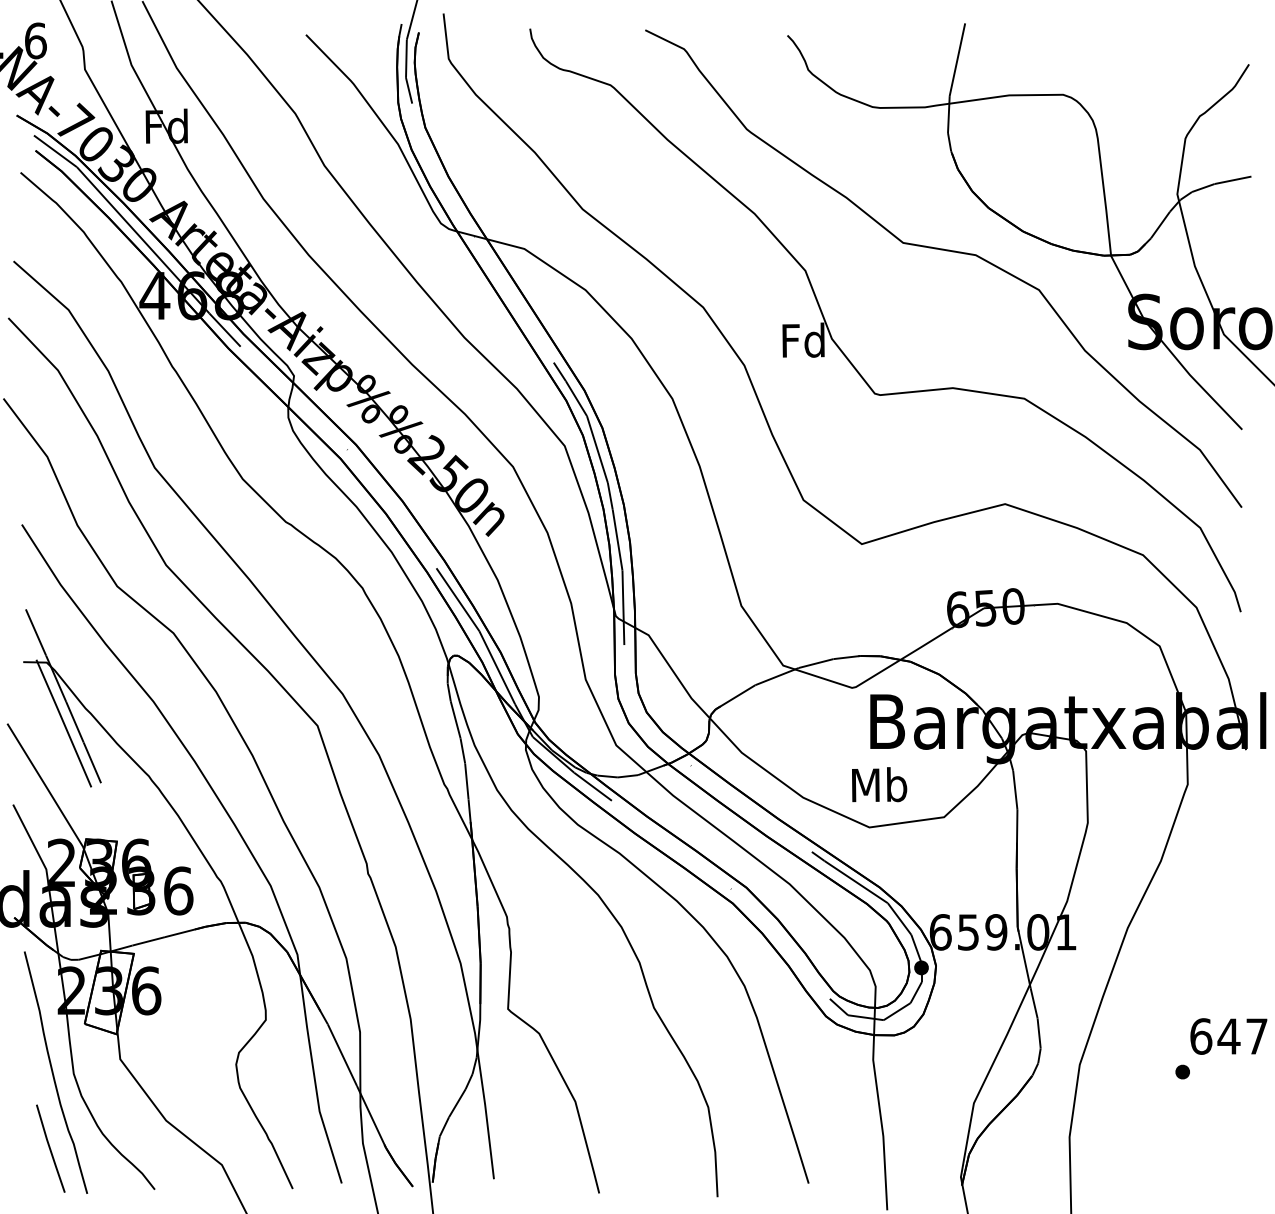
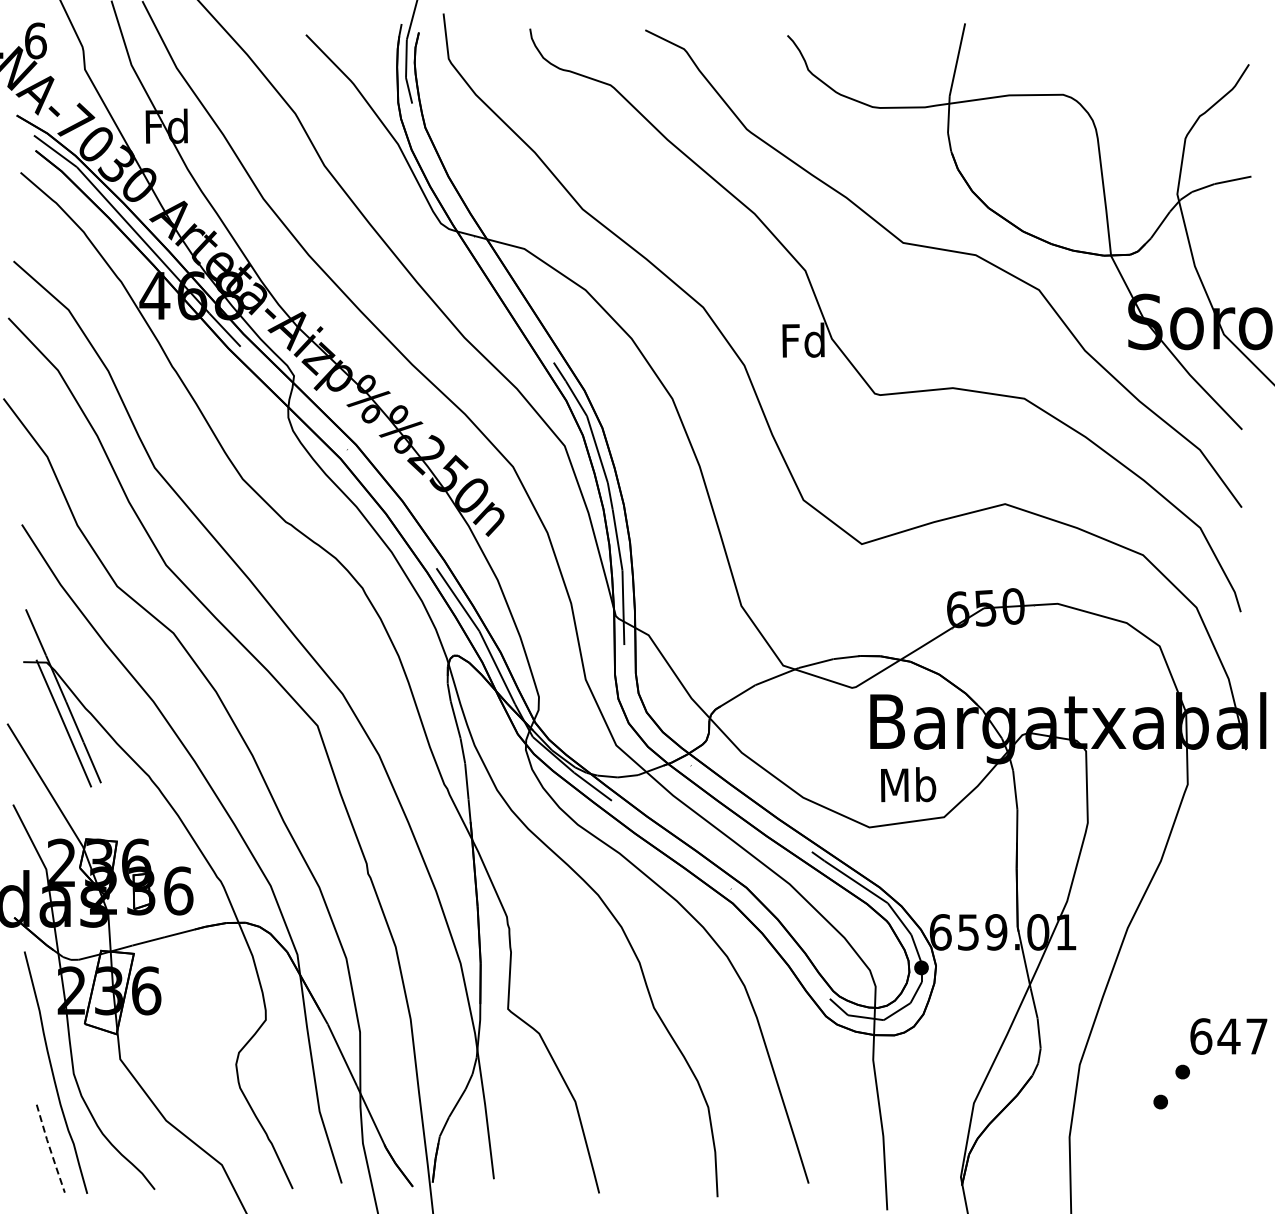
text at (879, 784) position: (879, 784) -> (908, 784)
part at (1160, 1101): none -> present
line at (50, 1149): solid -> dashed
